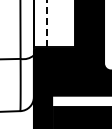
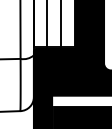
line at (46, 23): dashed -> solid
line at (60, 24): none -> present
